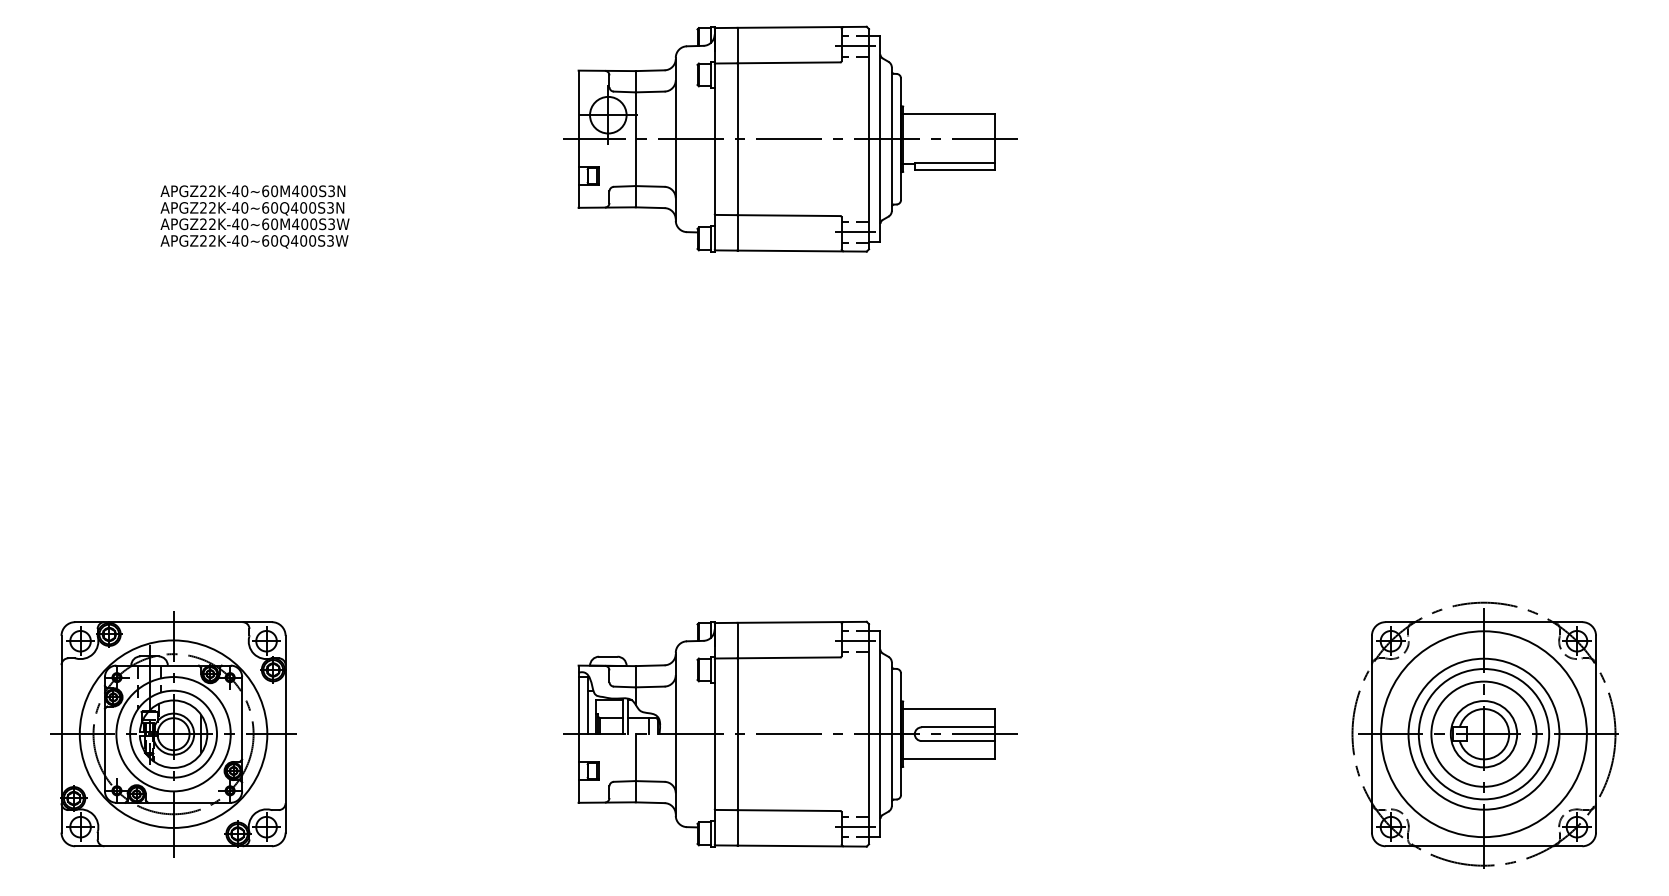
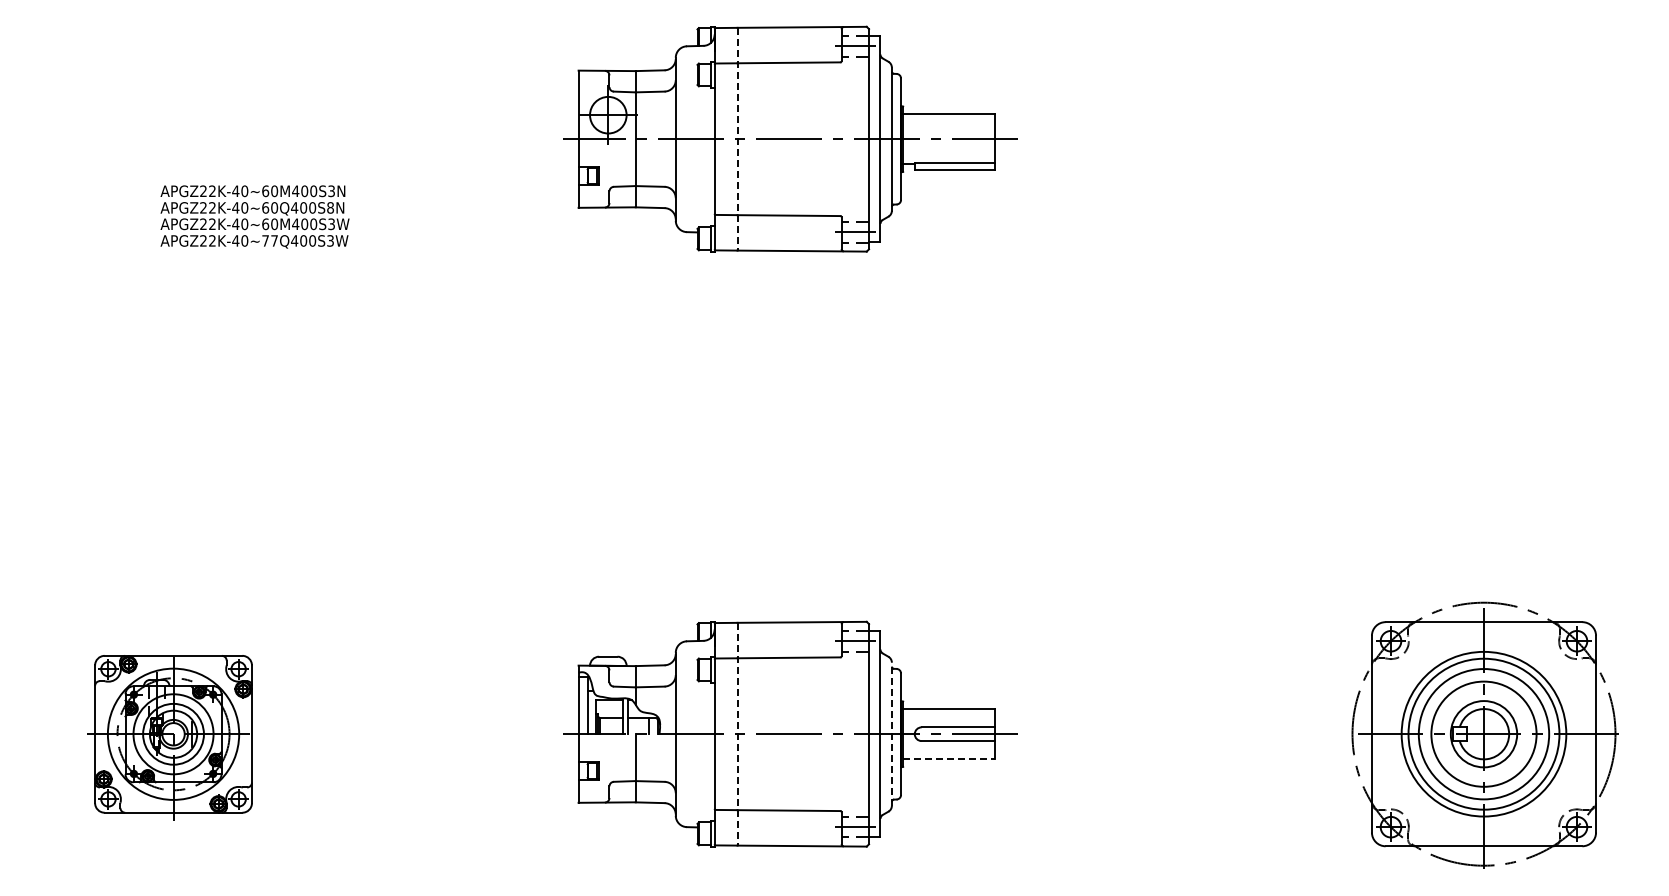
line at (737, 139): solid -> dashed
text at (330, 207): APGZ22K-40~60Q400S3N -> APGZ22K-40~60Q400S8N
text at (270, 240): APGZ22K-40~60Q400S3W -> APGZ22K-40~77Q400S3W
part at (173, 734) size: 247x247 px -> 166x166 px
line at (737, 734): solid -> dashed
line at (891, 734): solid -> dashed
circle at (1483, 734) diameter: 206 px -> 165 px
line at (949, 759): solid -> dashed
